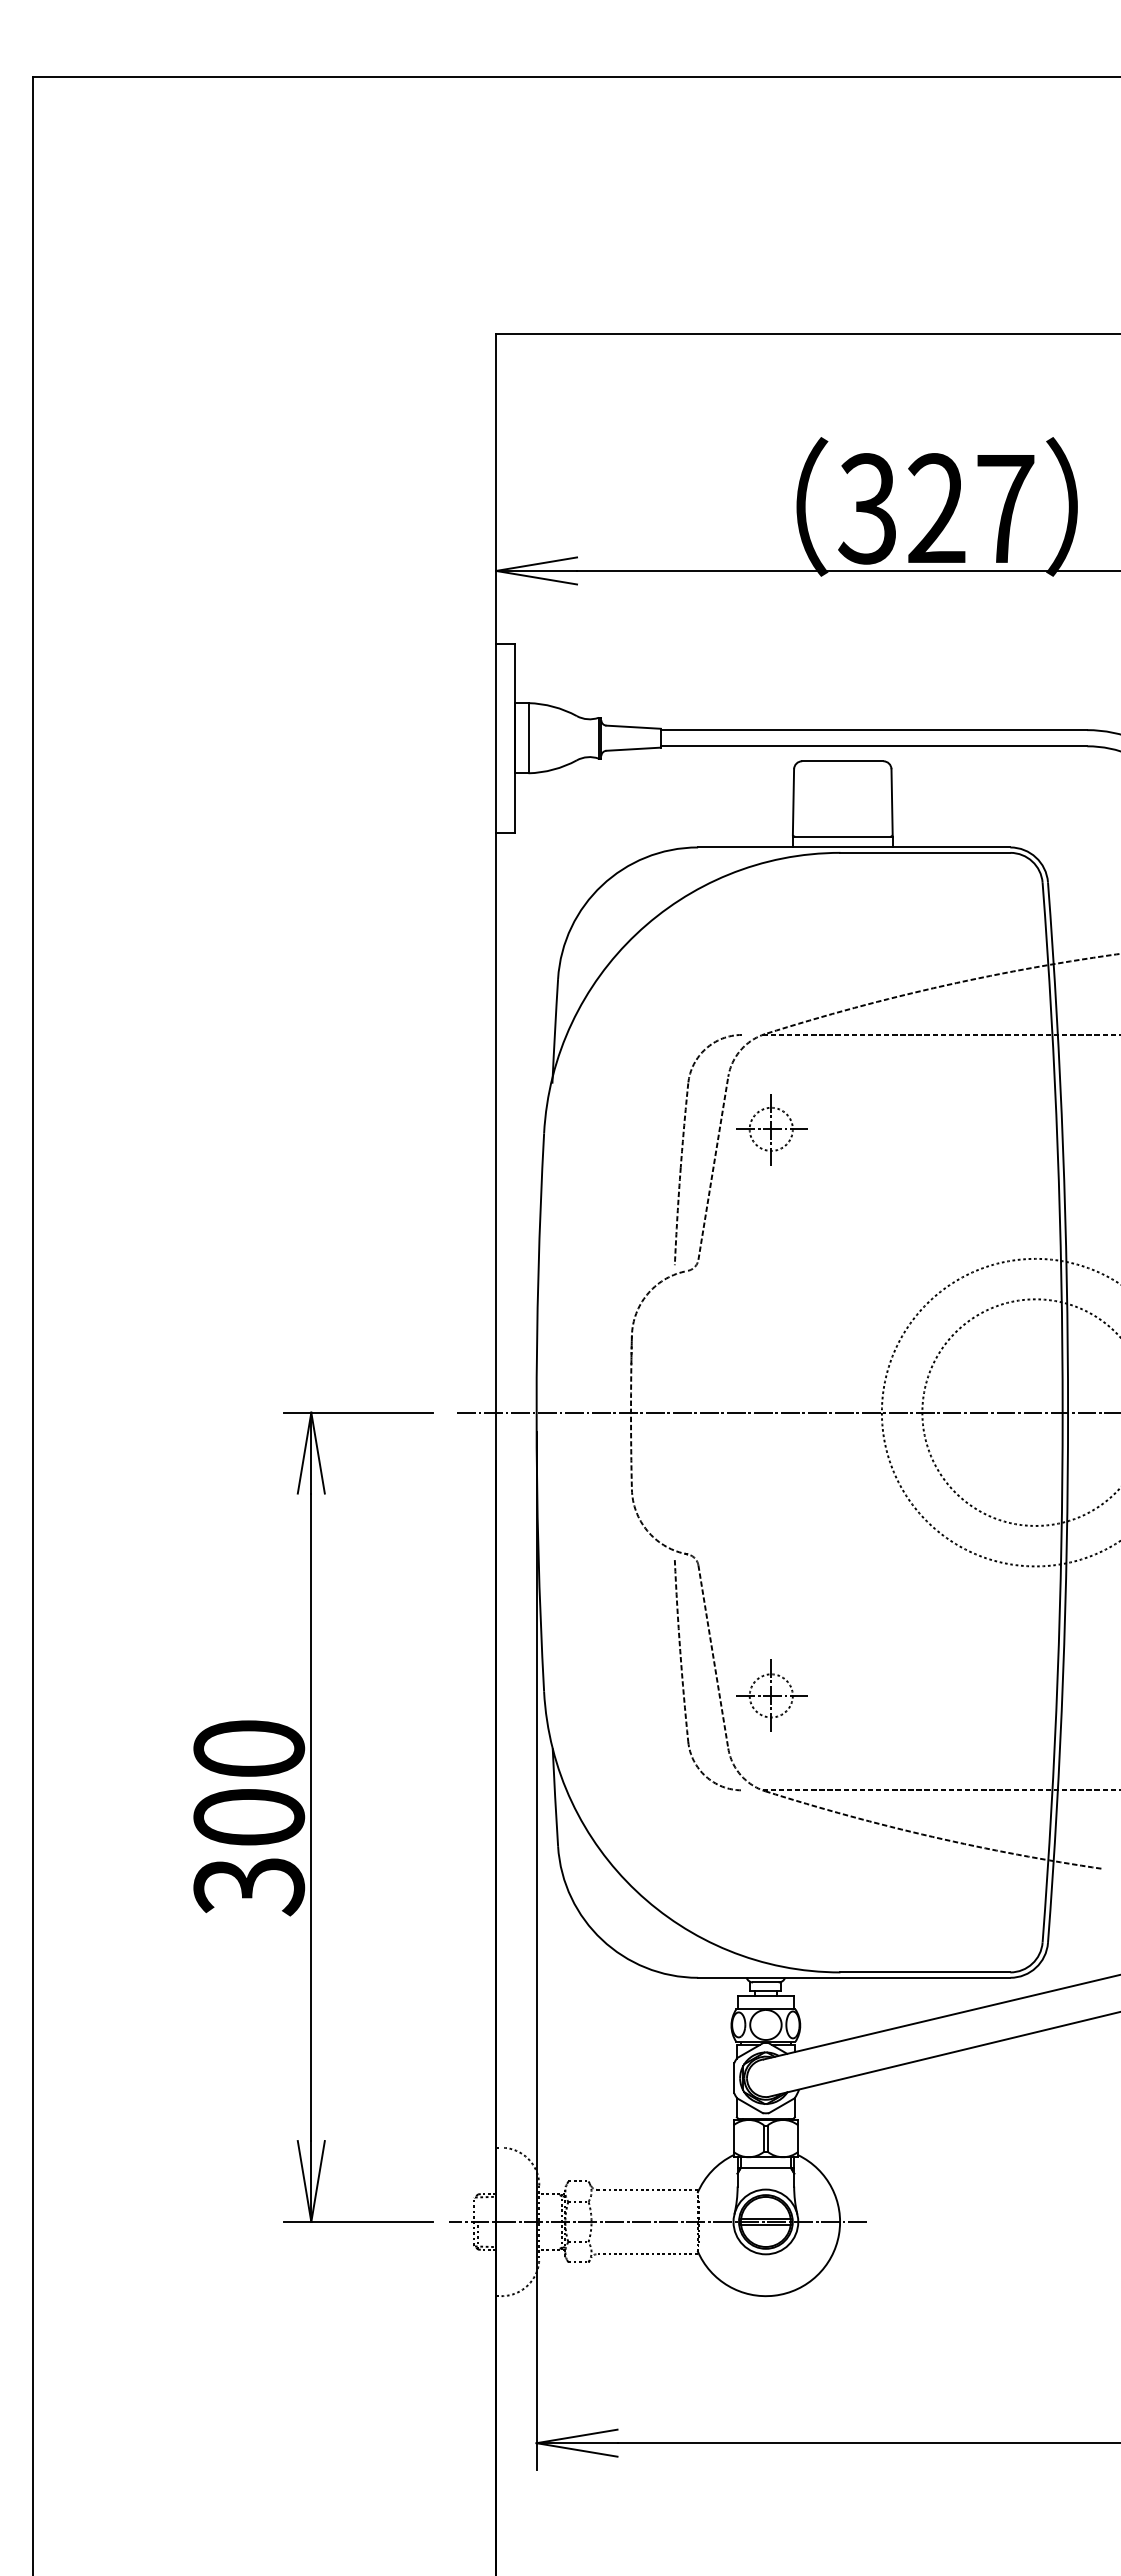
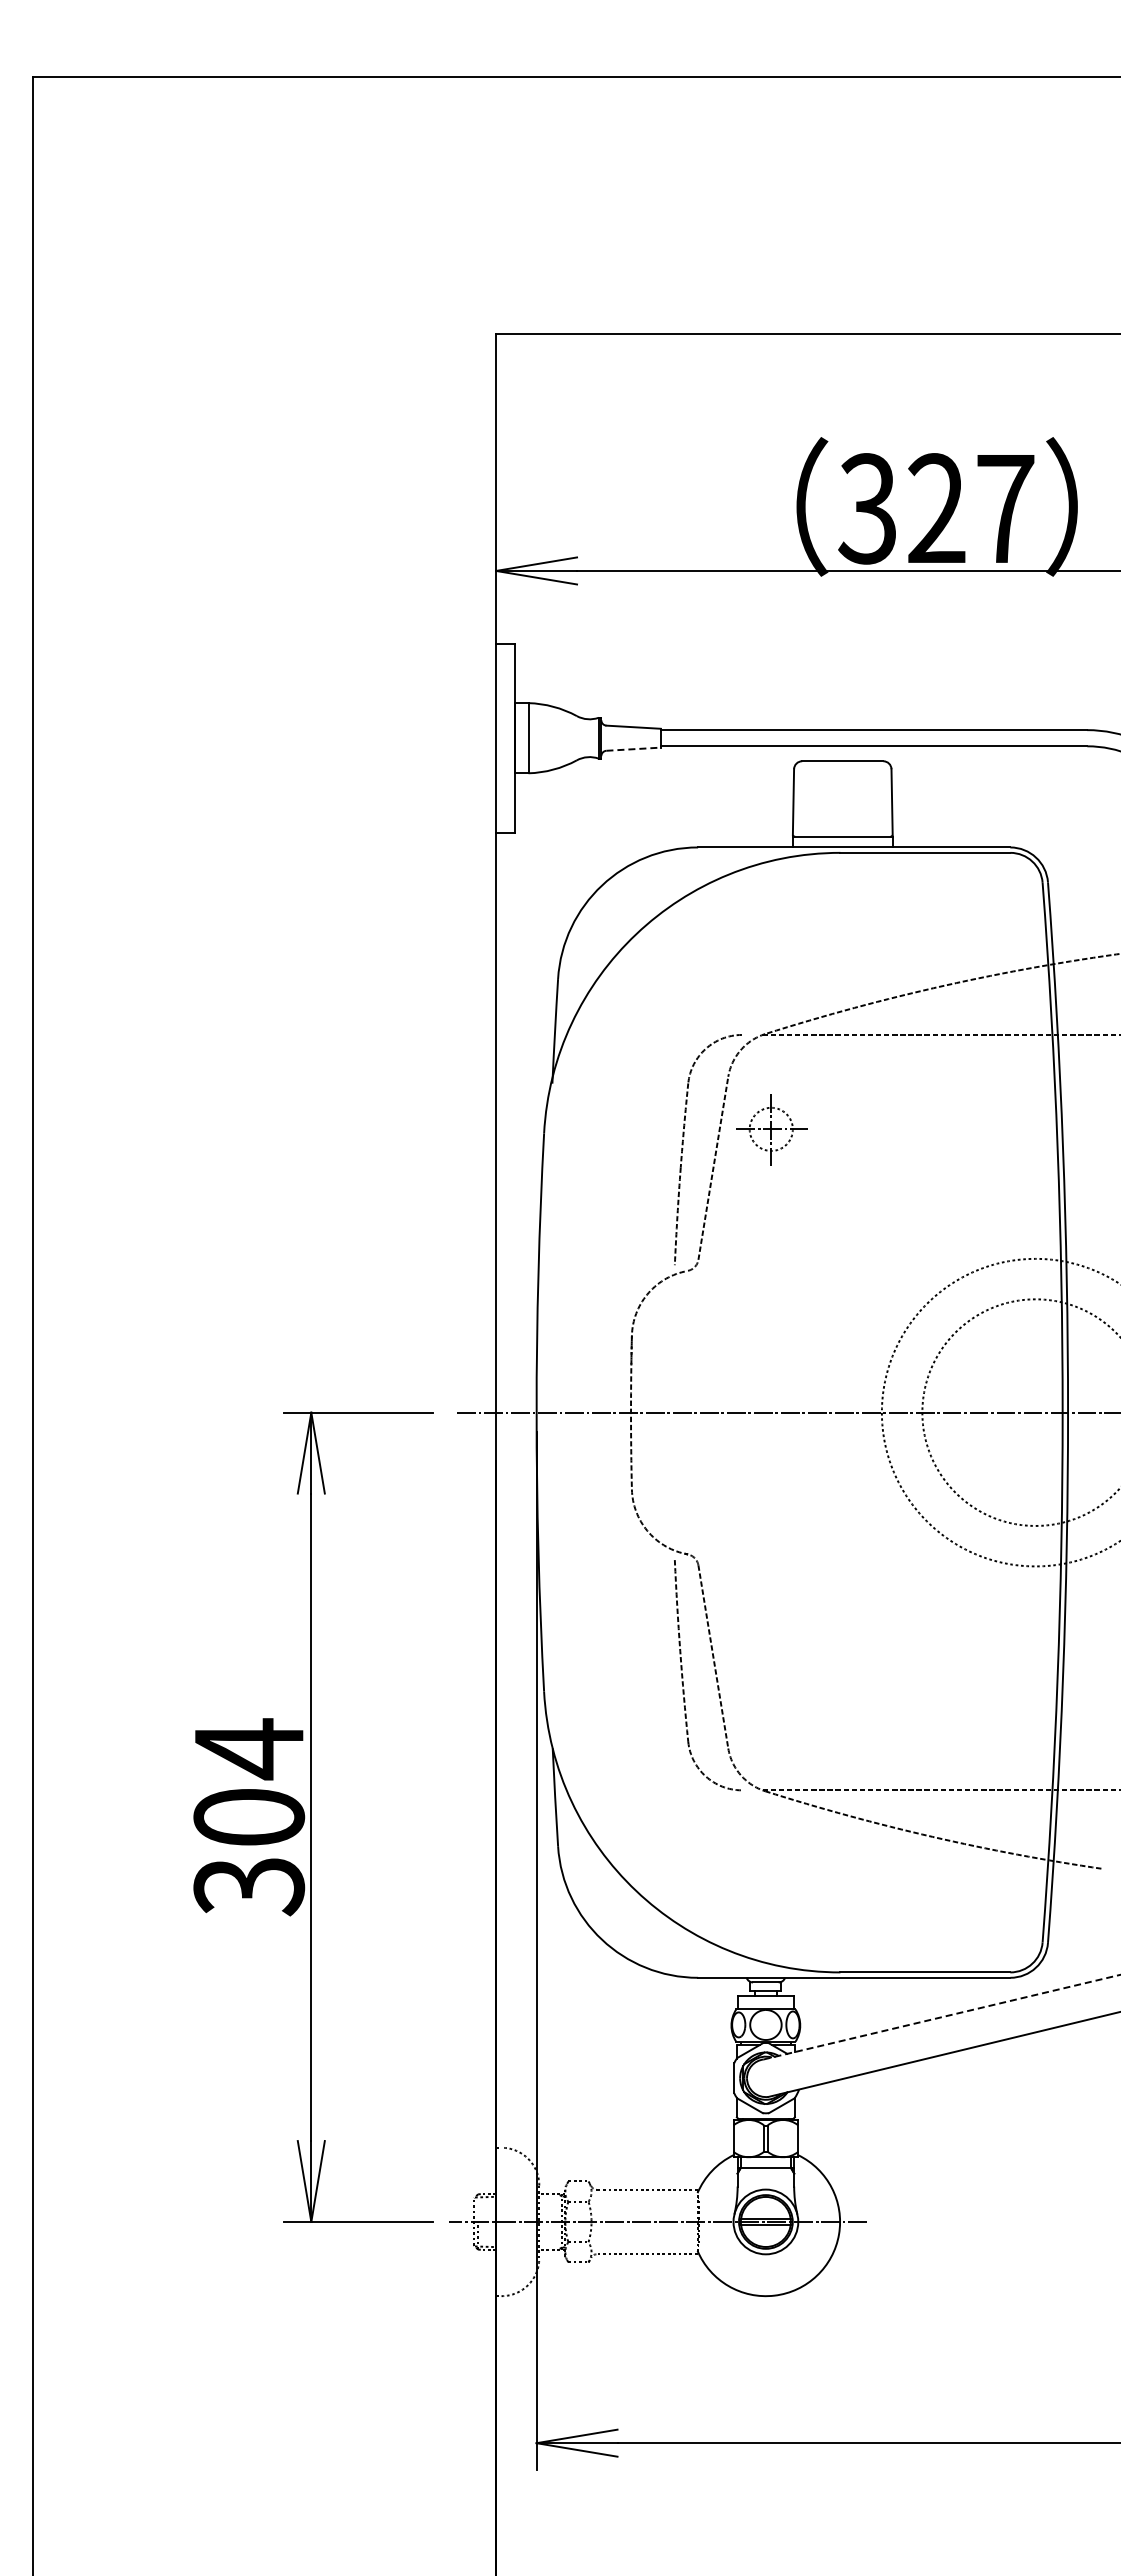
line at (634, 749): solid -> dashed
part at (771, 1695): present -> none
text at (249, 1749): 300 -> 304
line at (942, 2017): solid -> dashed
